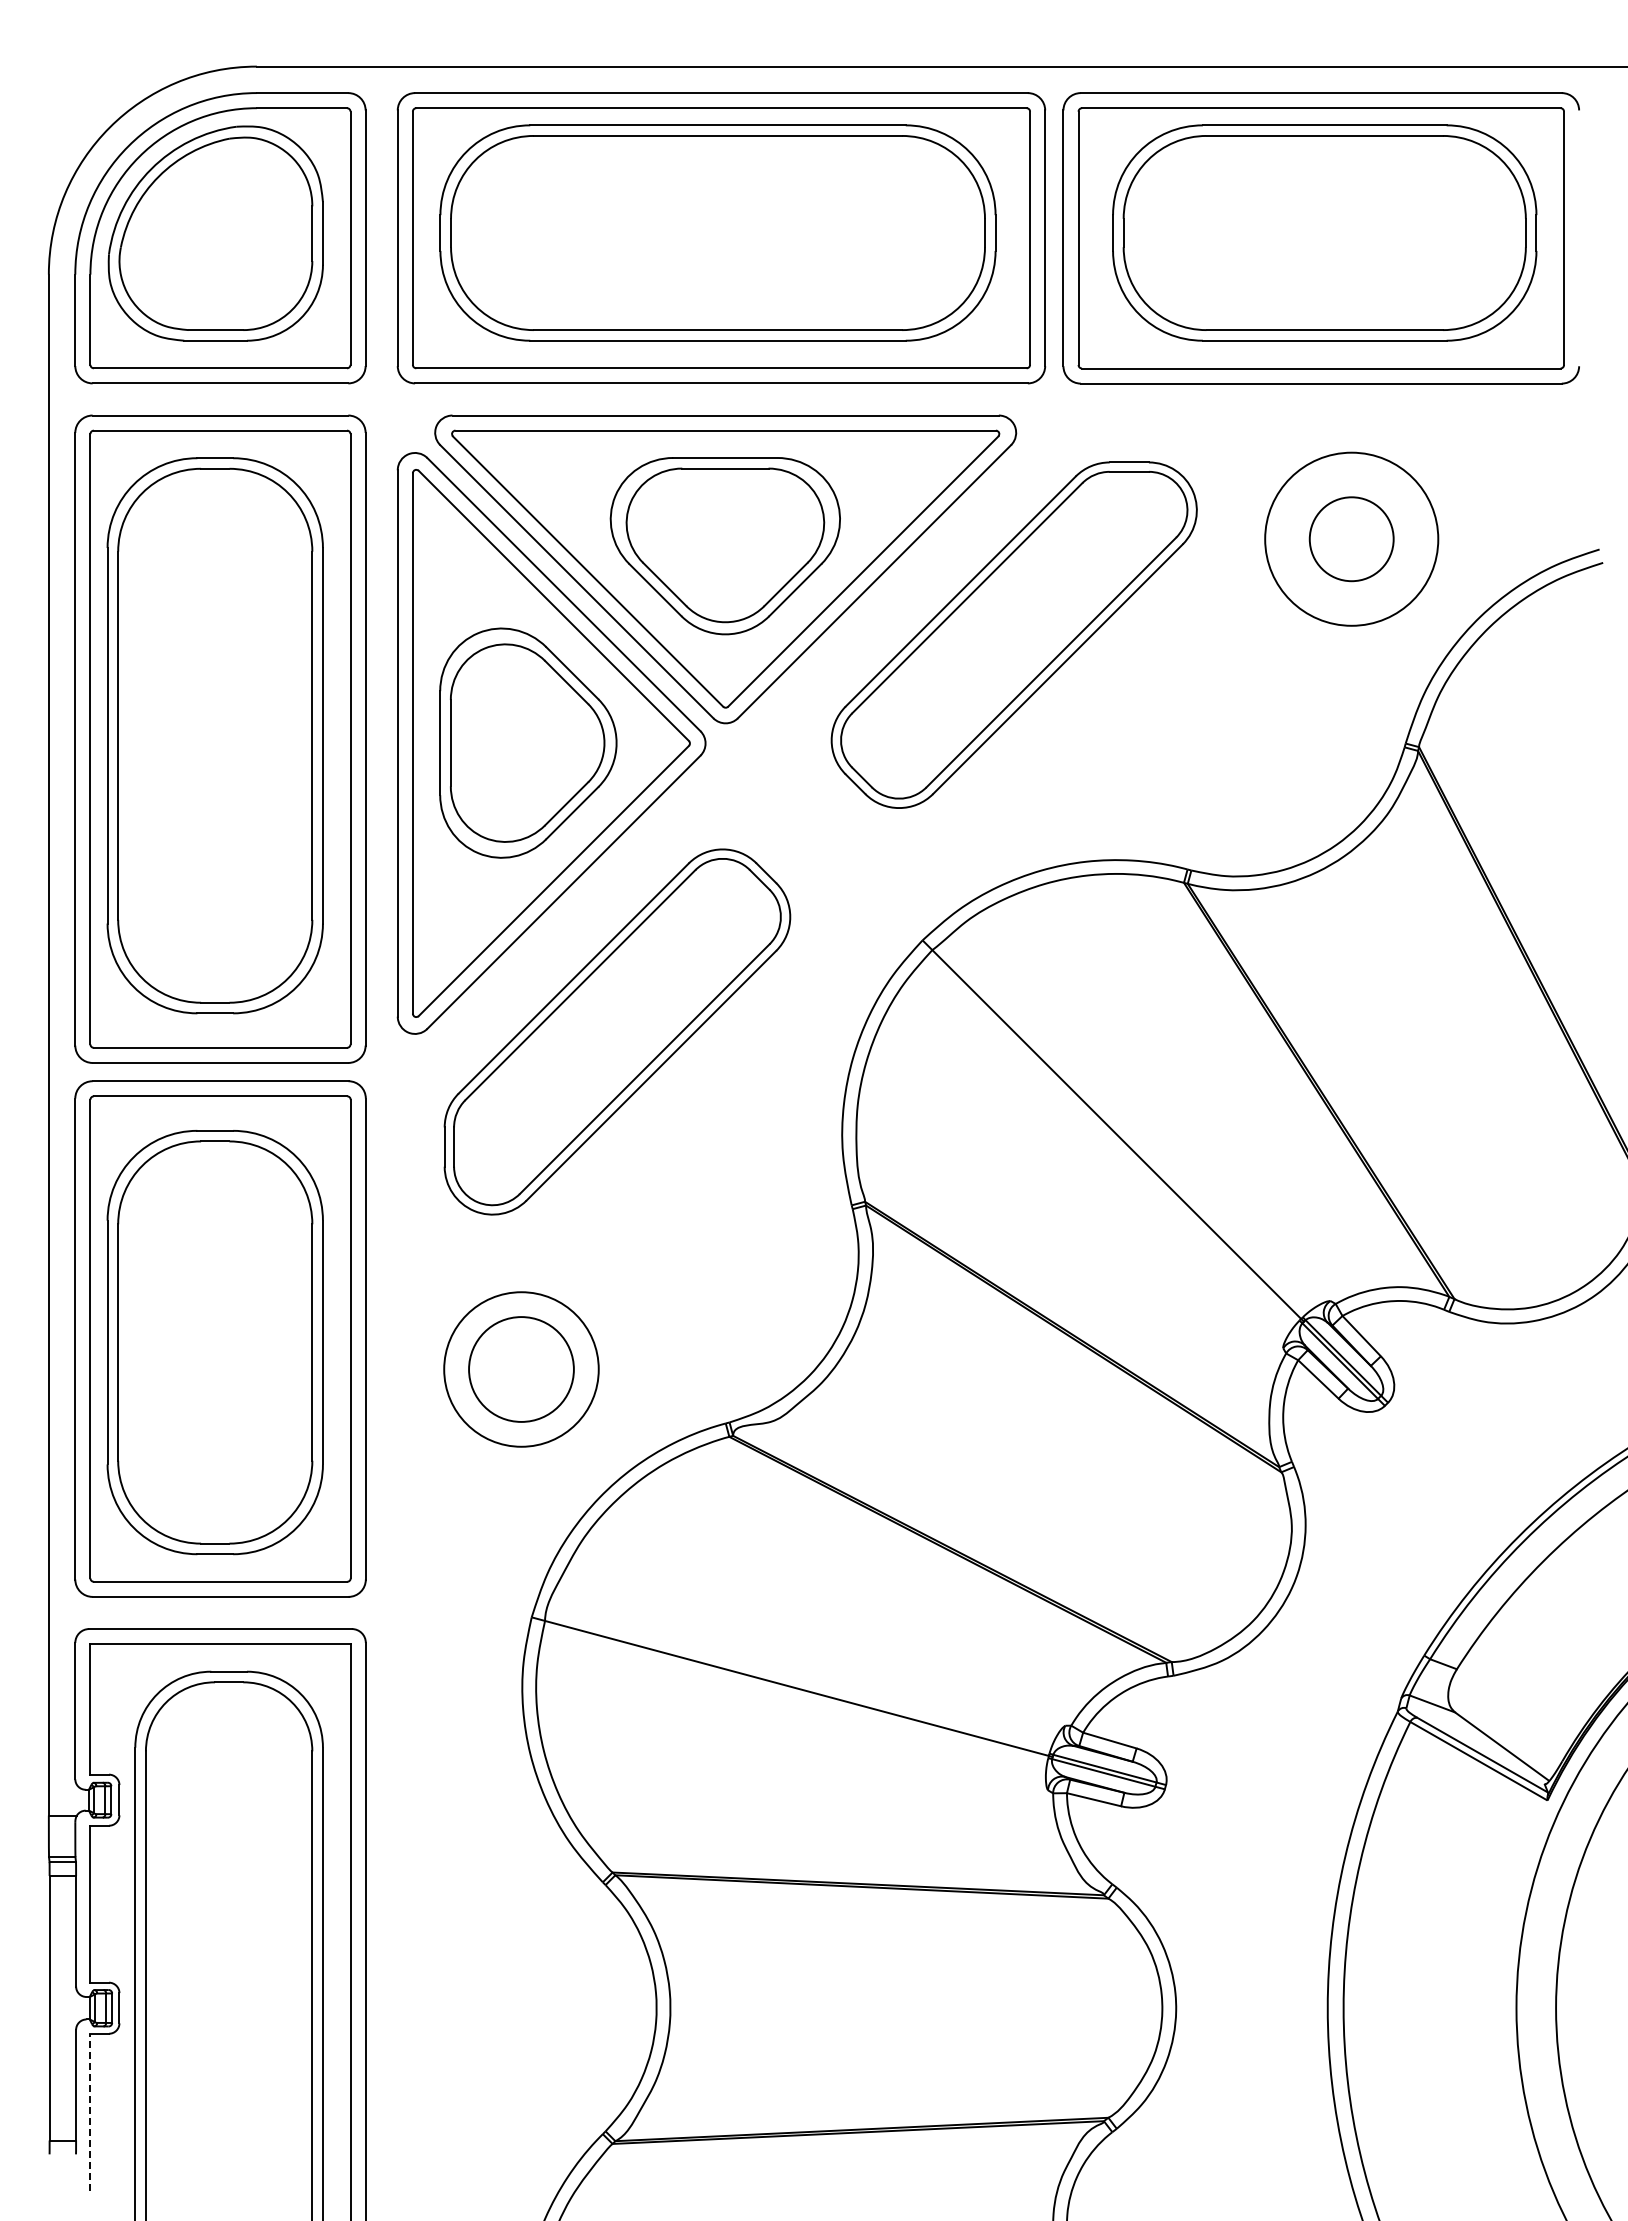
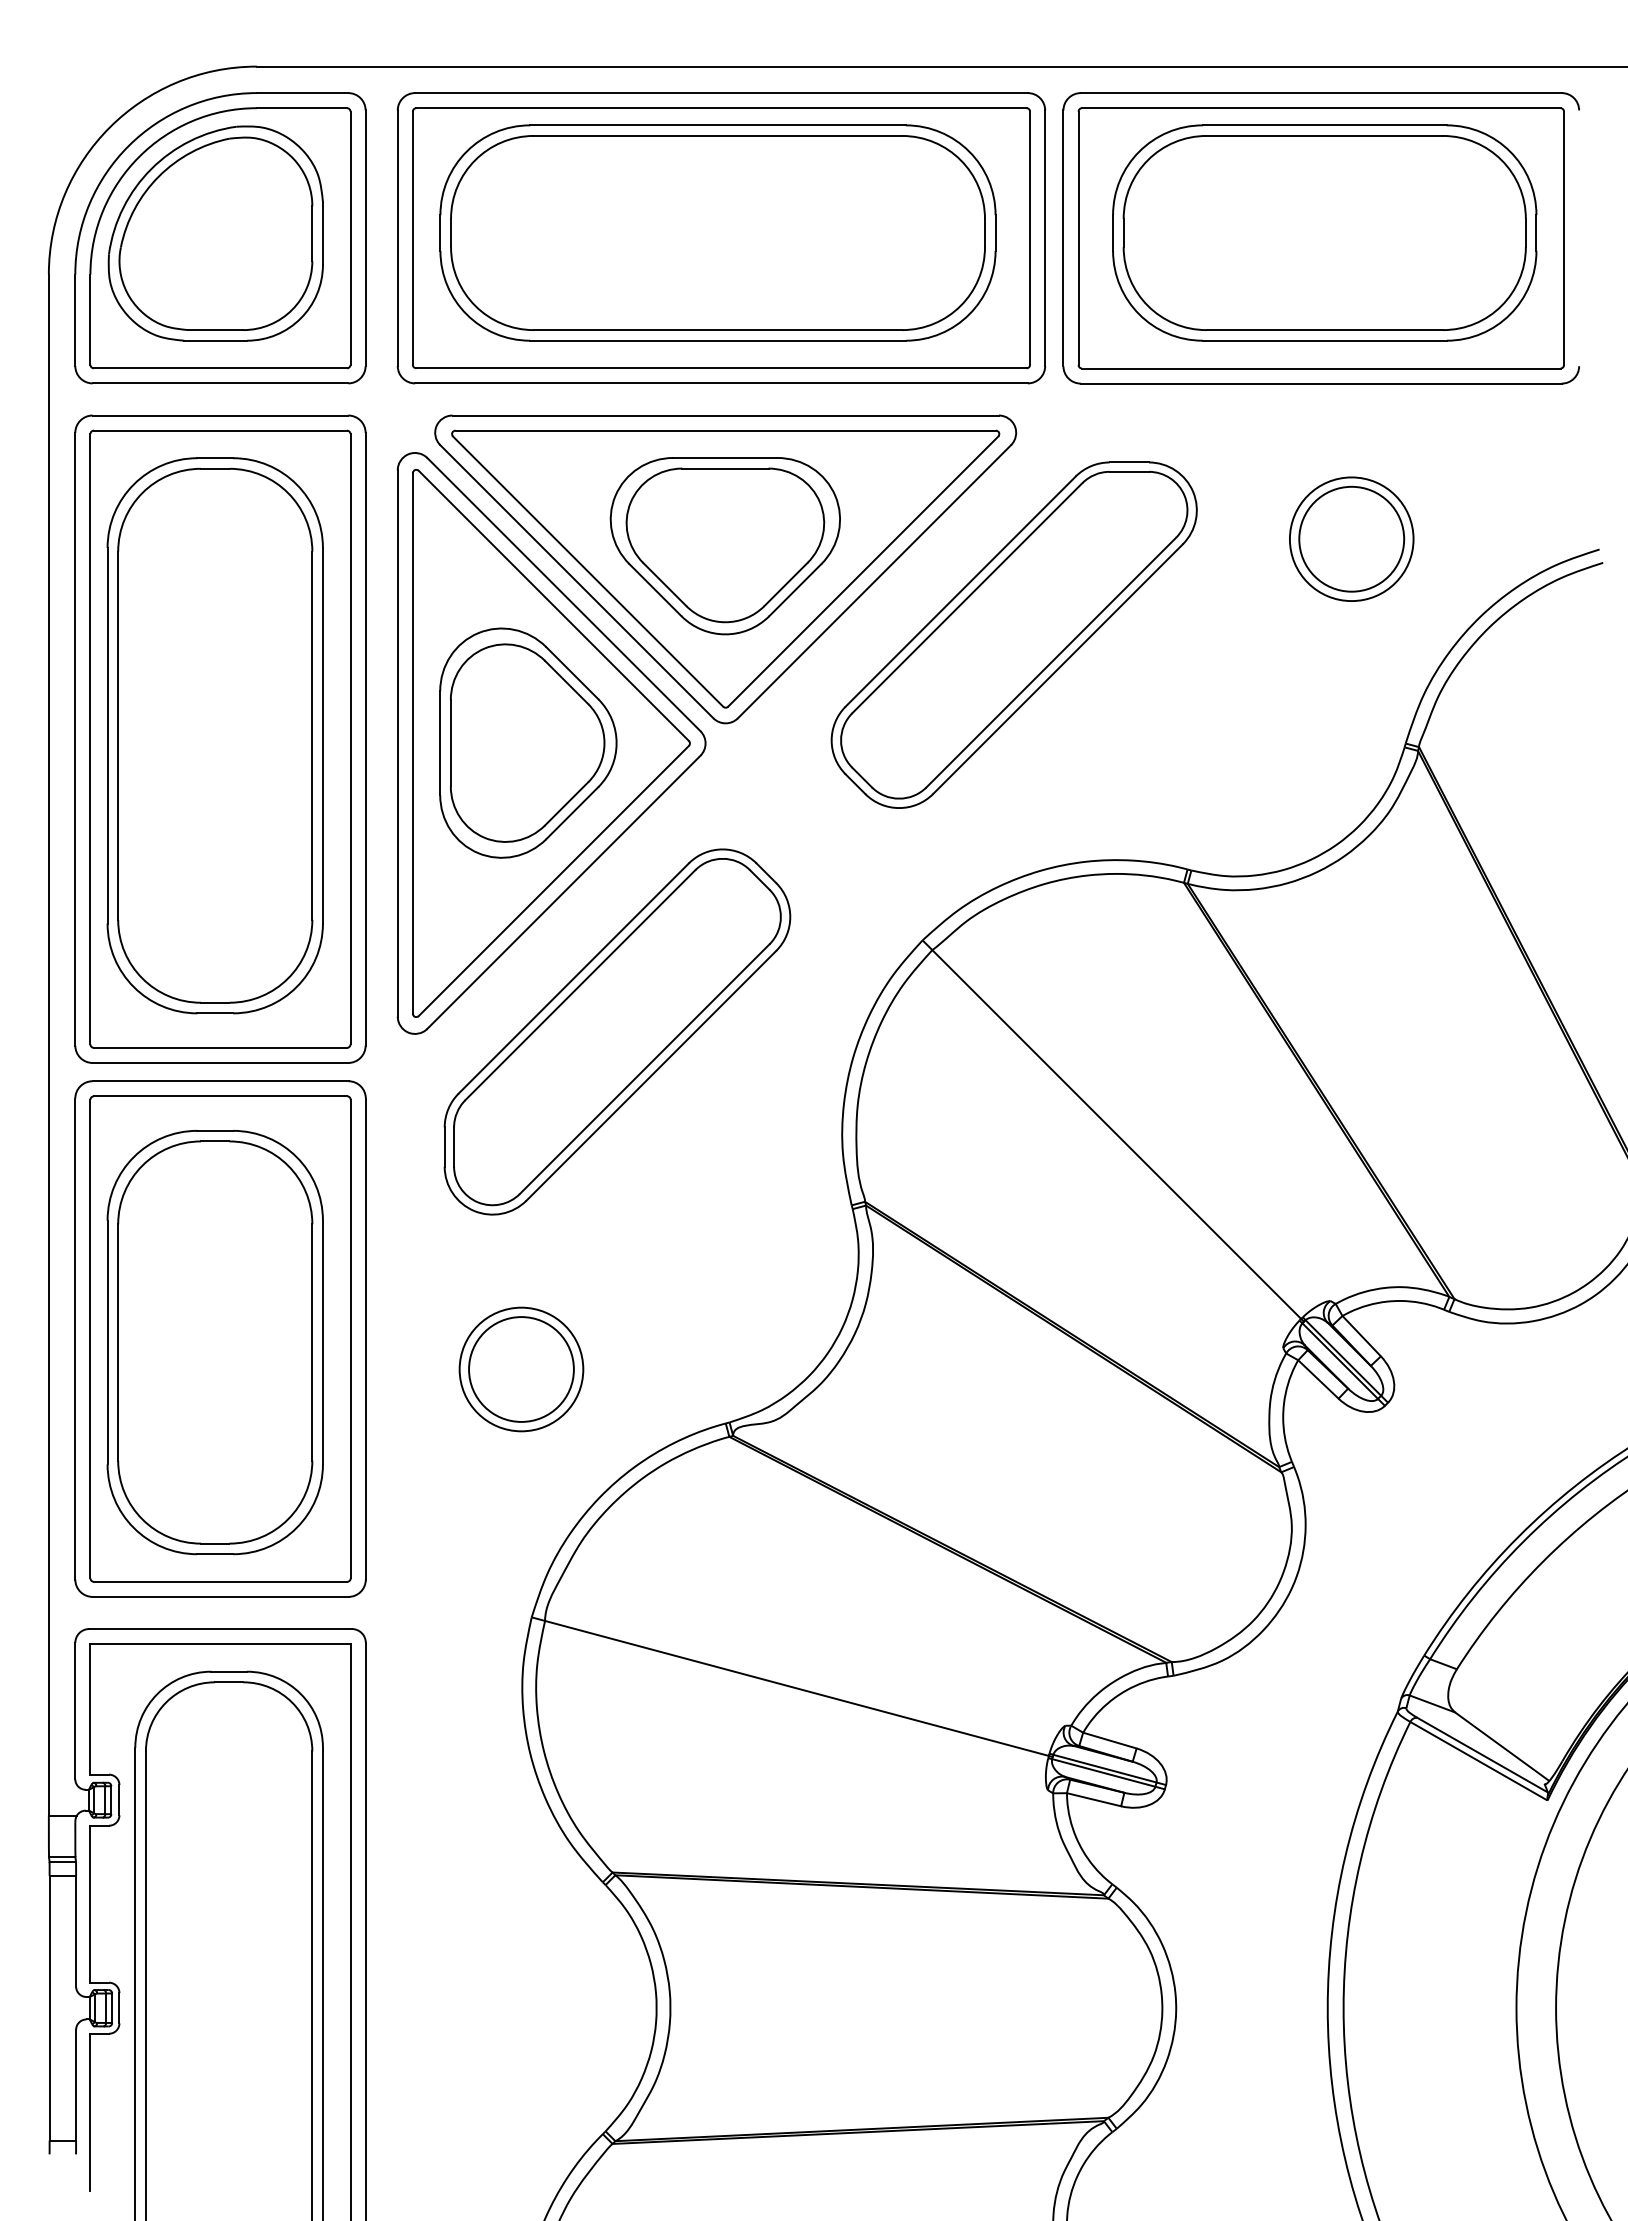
circle at (1351, 538) diameter: 173 px -> 124 px
circle at (1351, 539) diameter: 84 px -> 105 px
circle at (521, 1369) diameter: 155 px -> 124 px
line at (90, 2111): dashed -> solid
